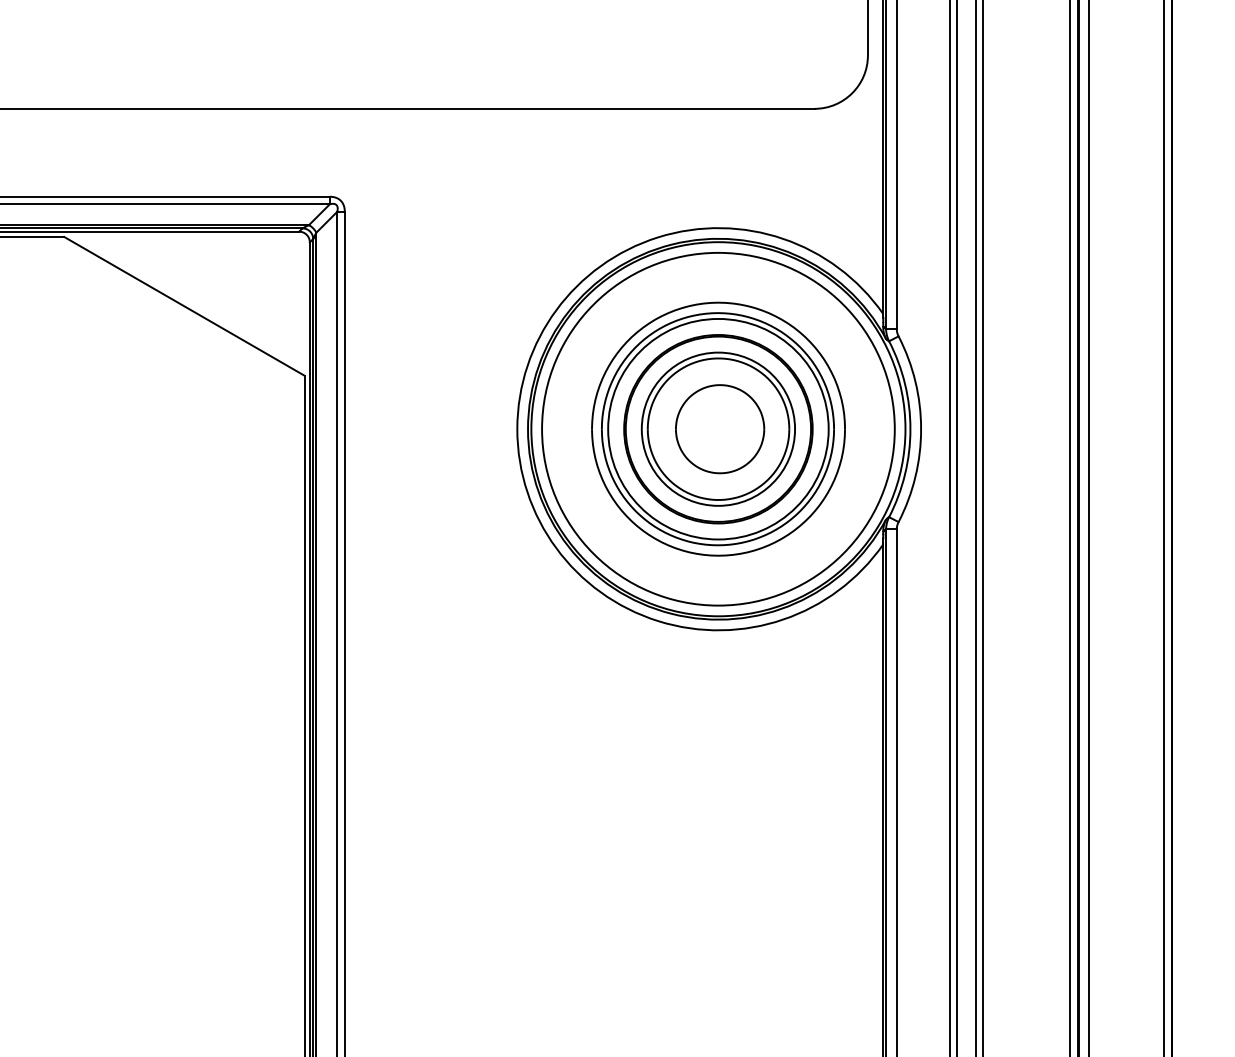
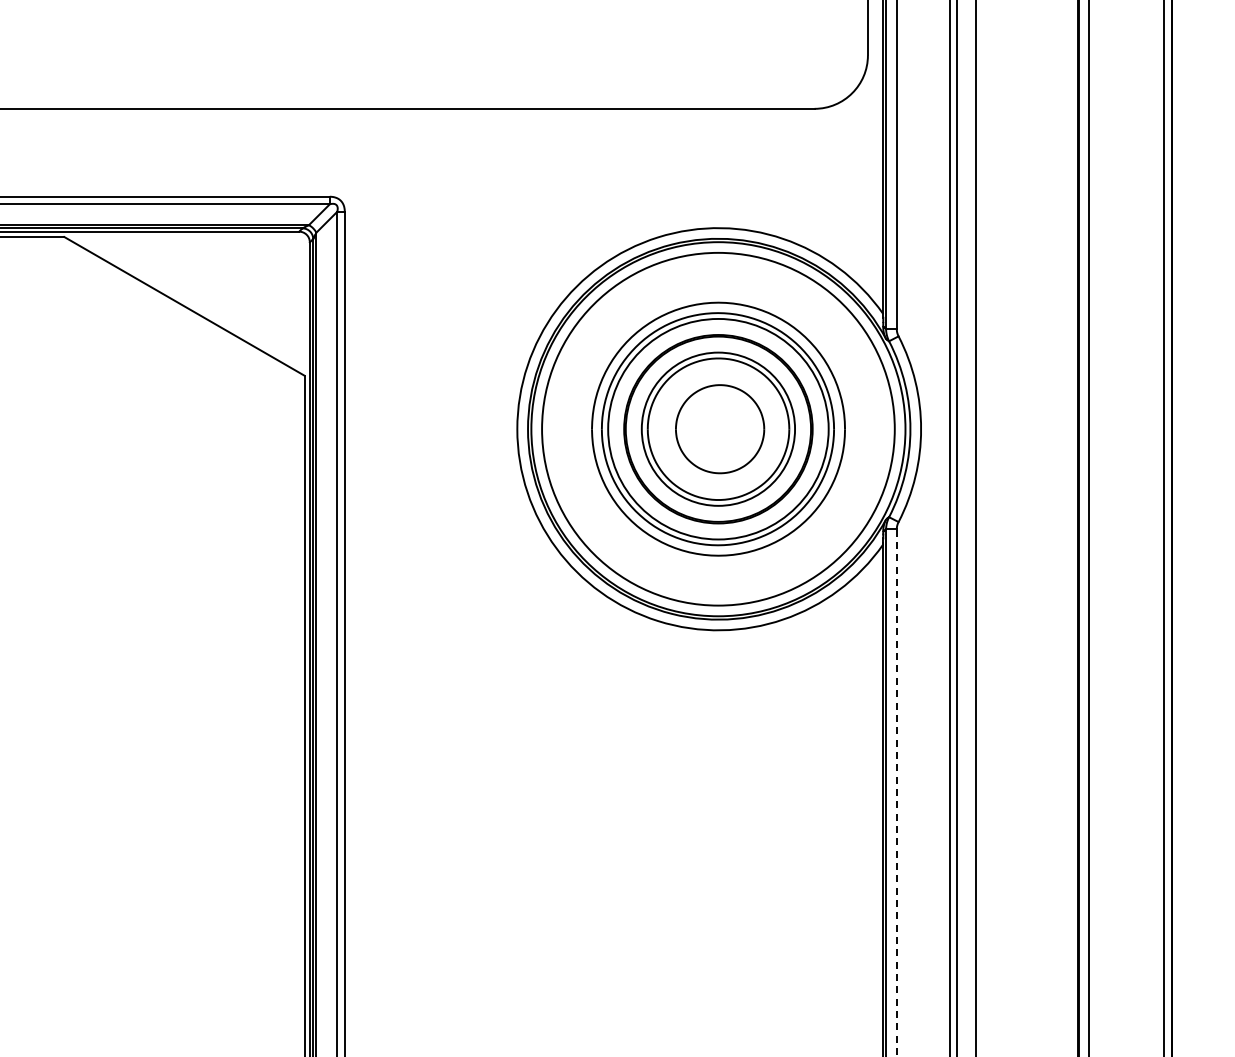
line at (983, 527): present -> none
line at (1069, 527): present -> none
line at (896, 792): solid -> dashed
